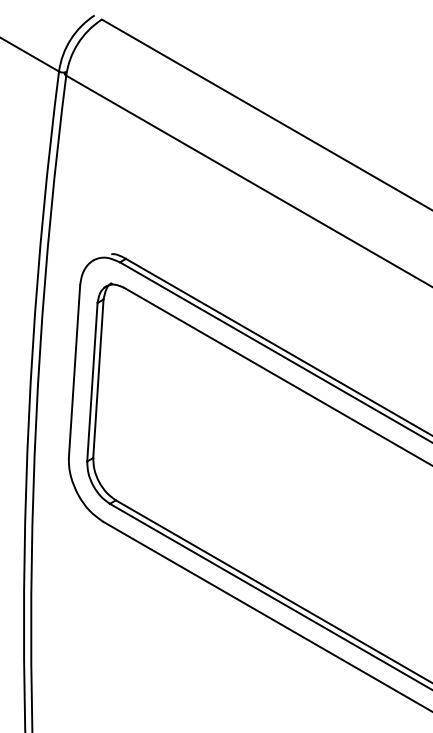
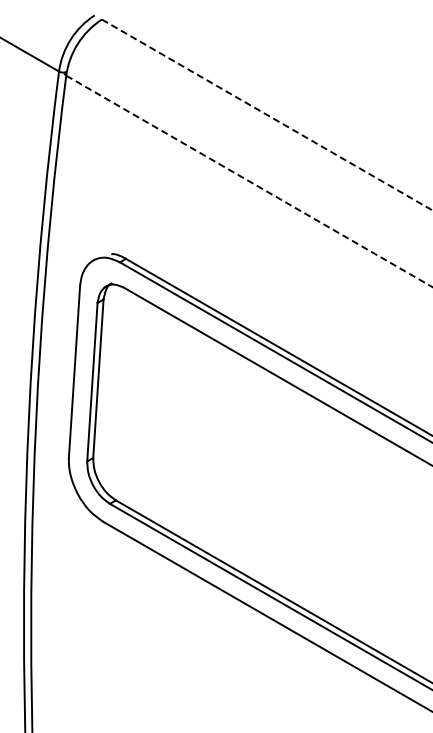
line at (267, 115): solid -> dashed
line at (249, 181): solid -> dashed
